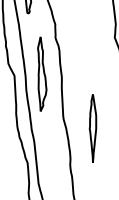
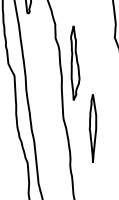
part at (42, 73) position: (42, 73) -> (75, 62)
